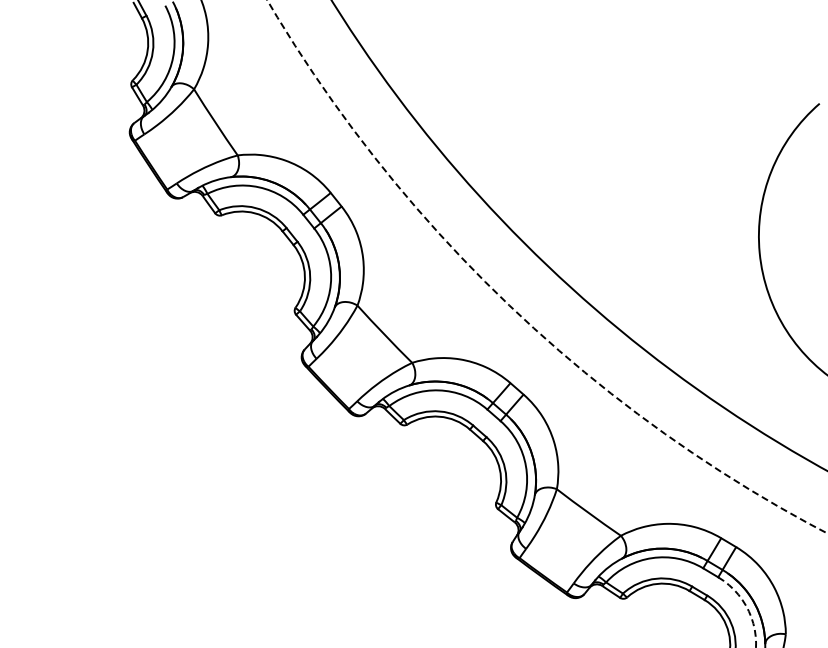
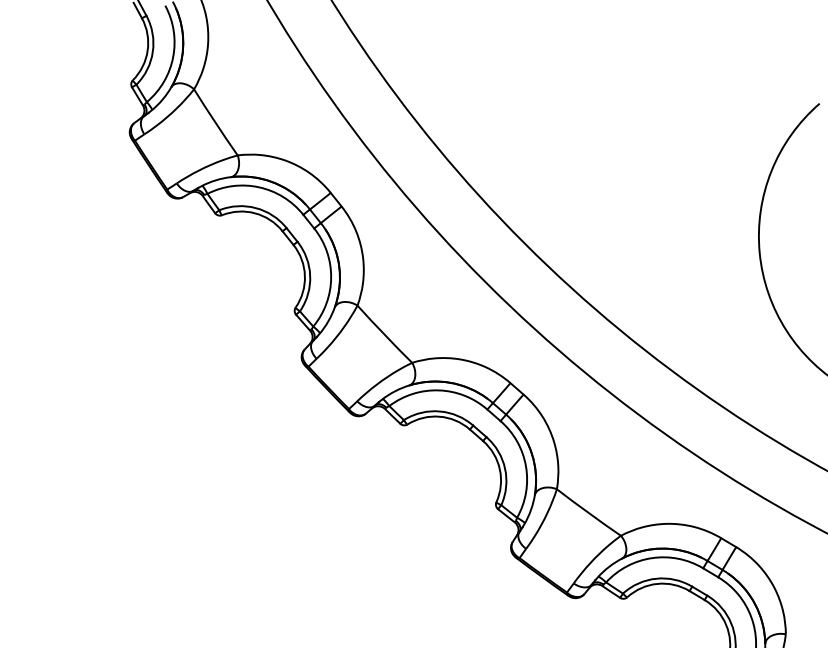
circle at (547, 266): dashed -> solid
arc at (746, 607): dashed -> solid
